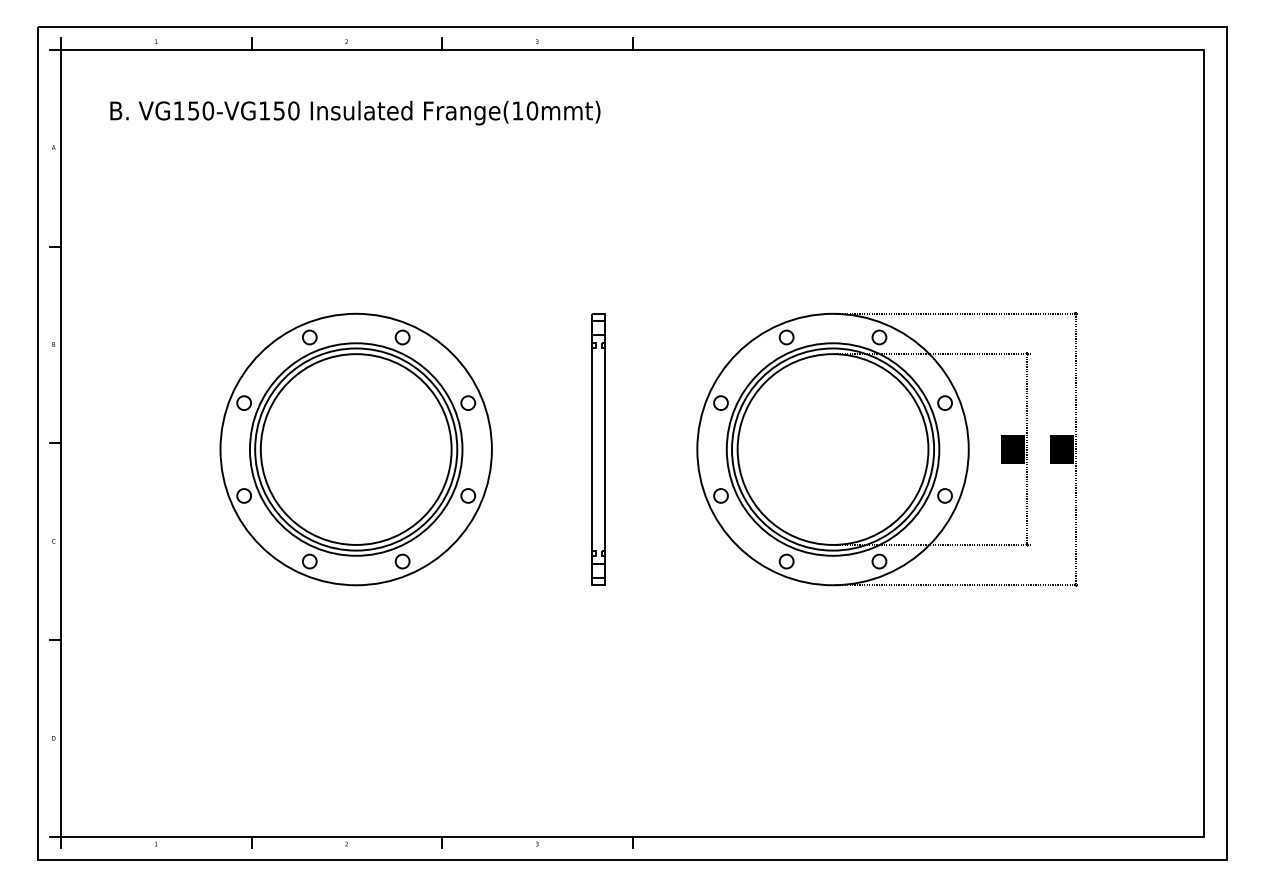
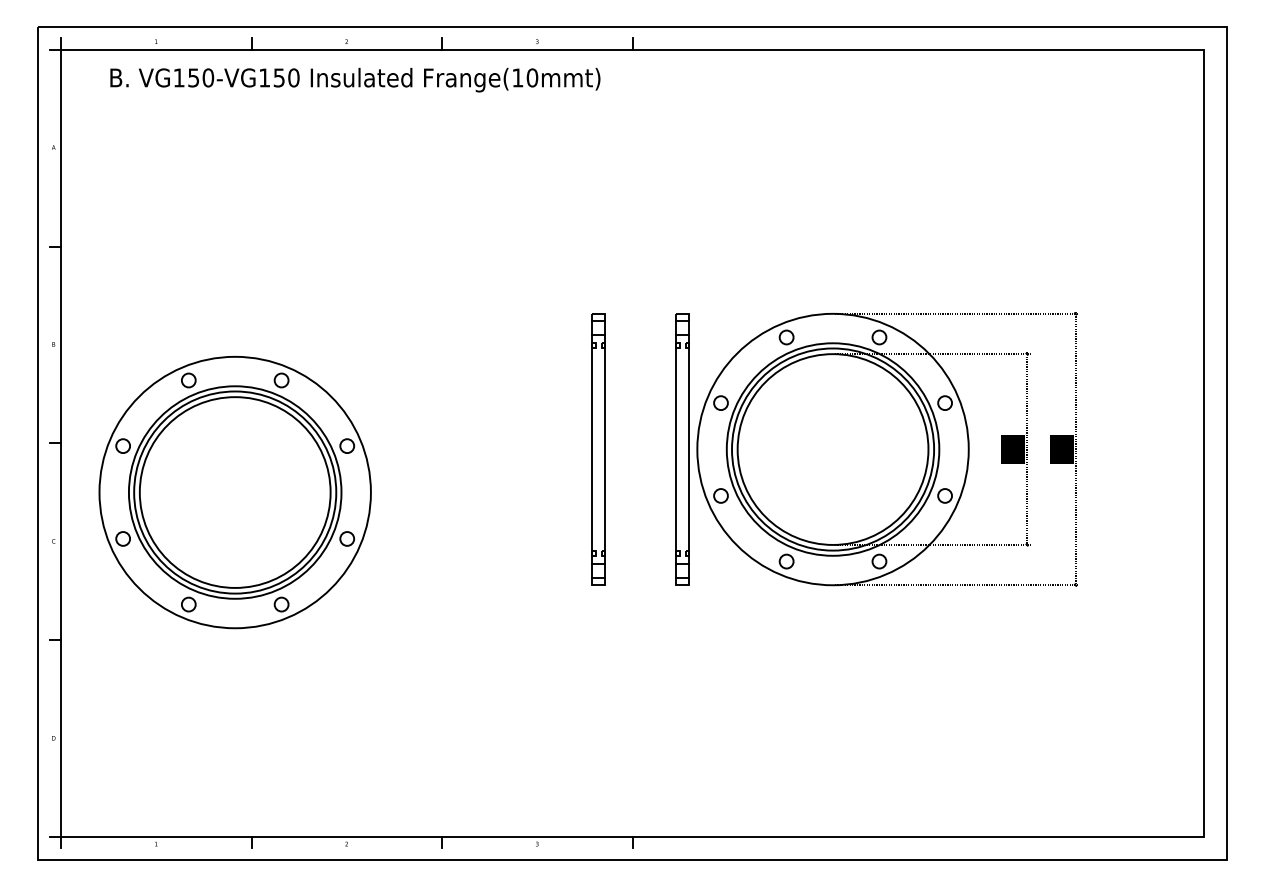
text at (355, 112) position: (355, 112) -> (355, 79)
part at (355, 449) position: (355, 449) -> (234, 492)
part at (682, 449): none -> present
